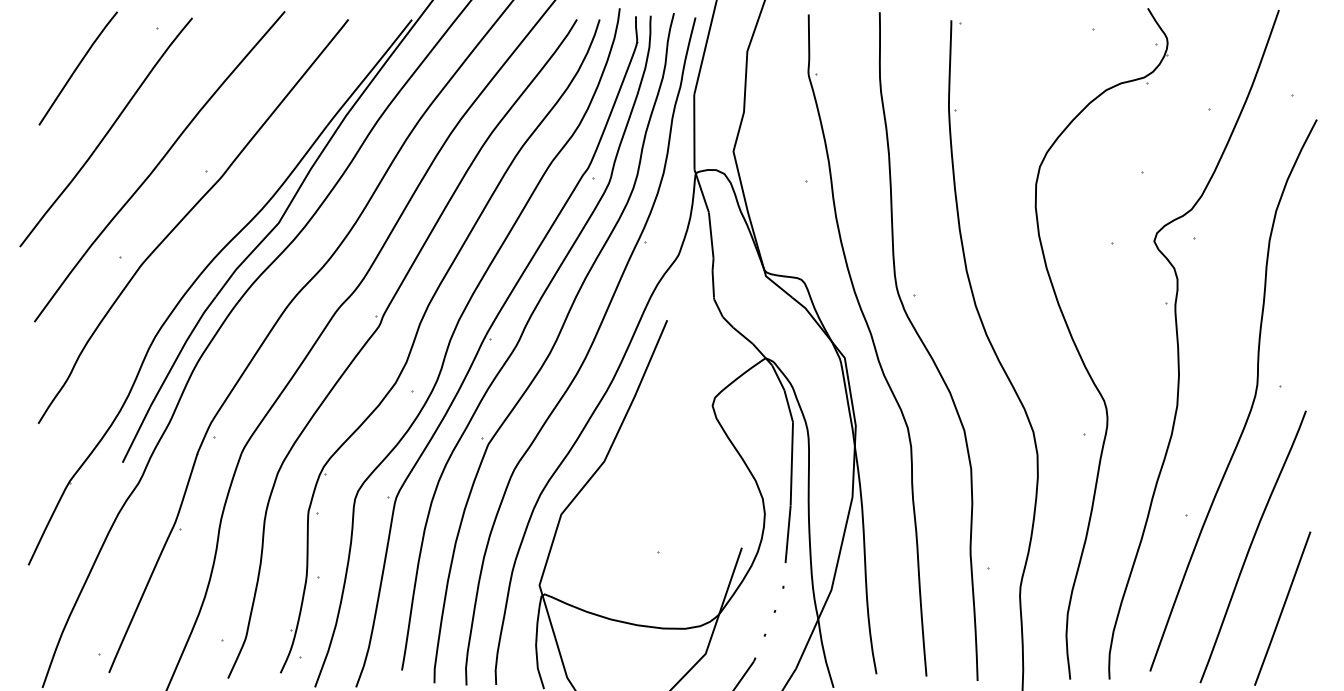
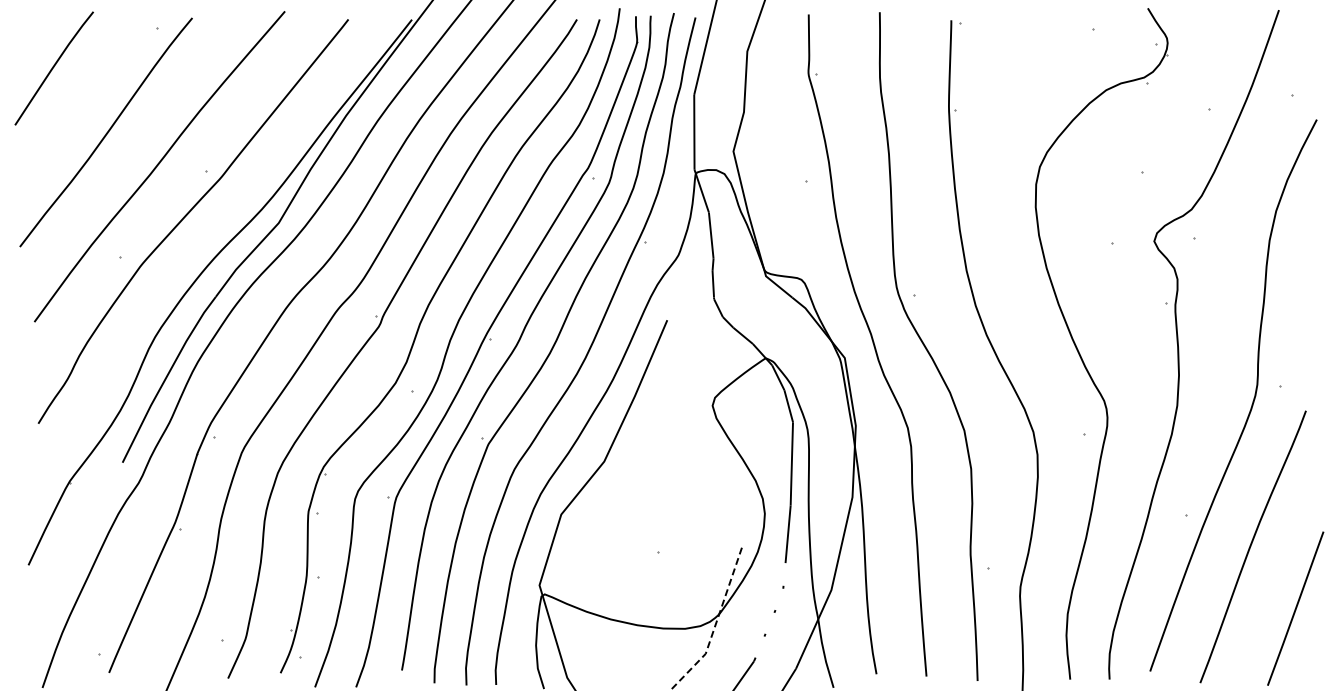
curve at (77, 68) position: (77, 68) -> (53, 68)
line at (1282, 608) position: (1282, 608) -> (1295, 608)
line at (715, 625): solid -> dashed
